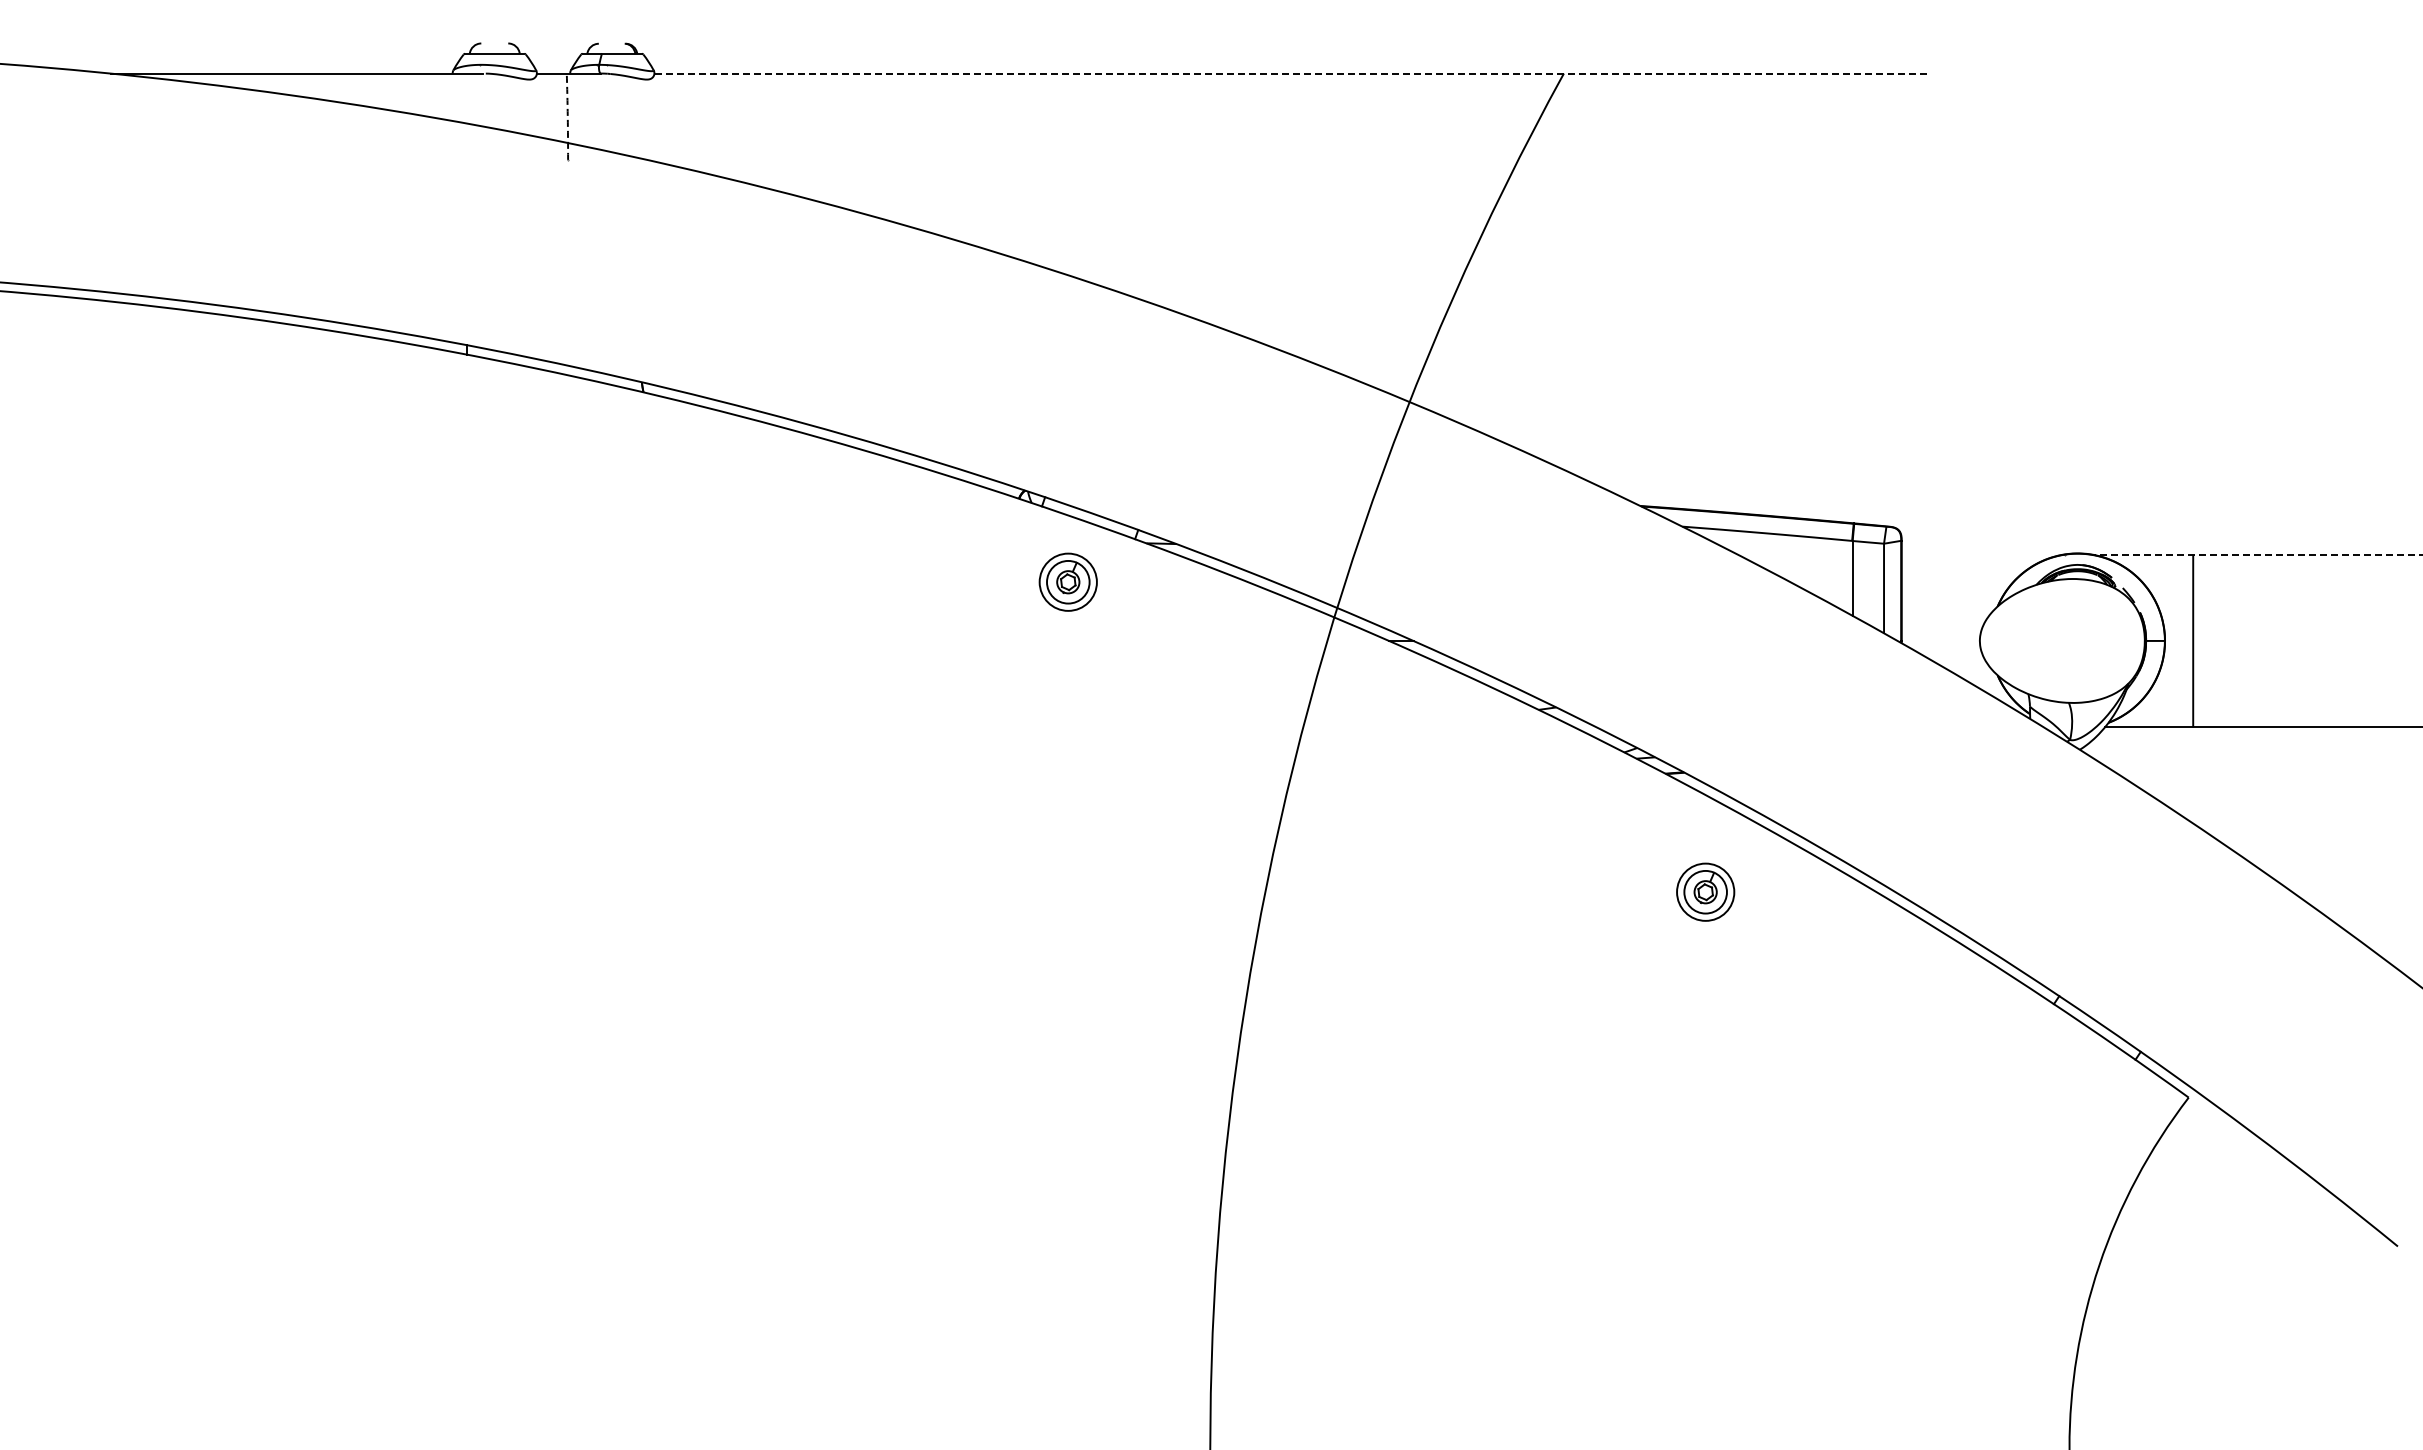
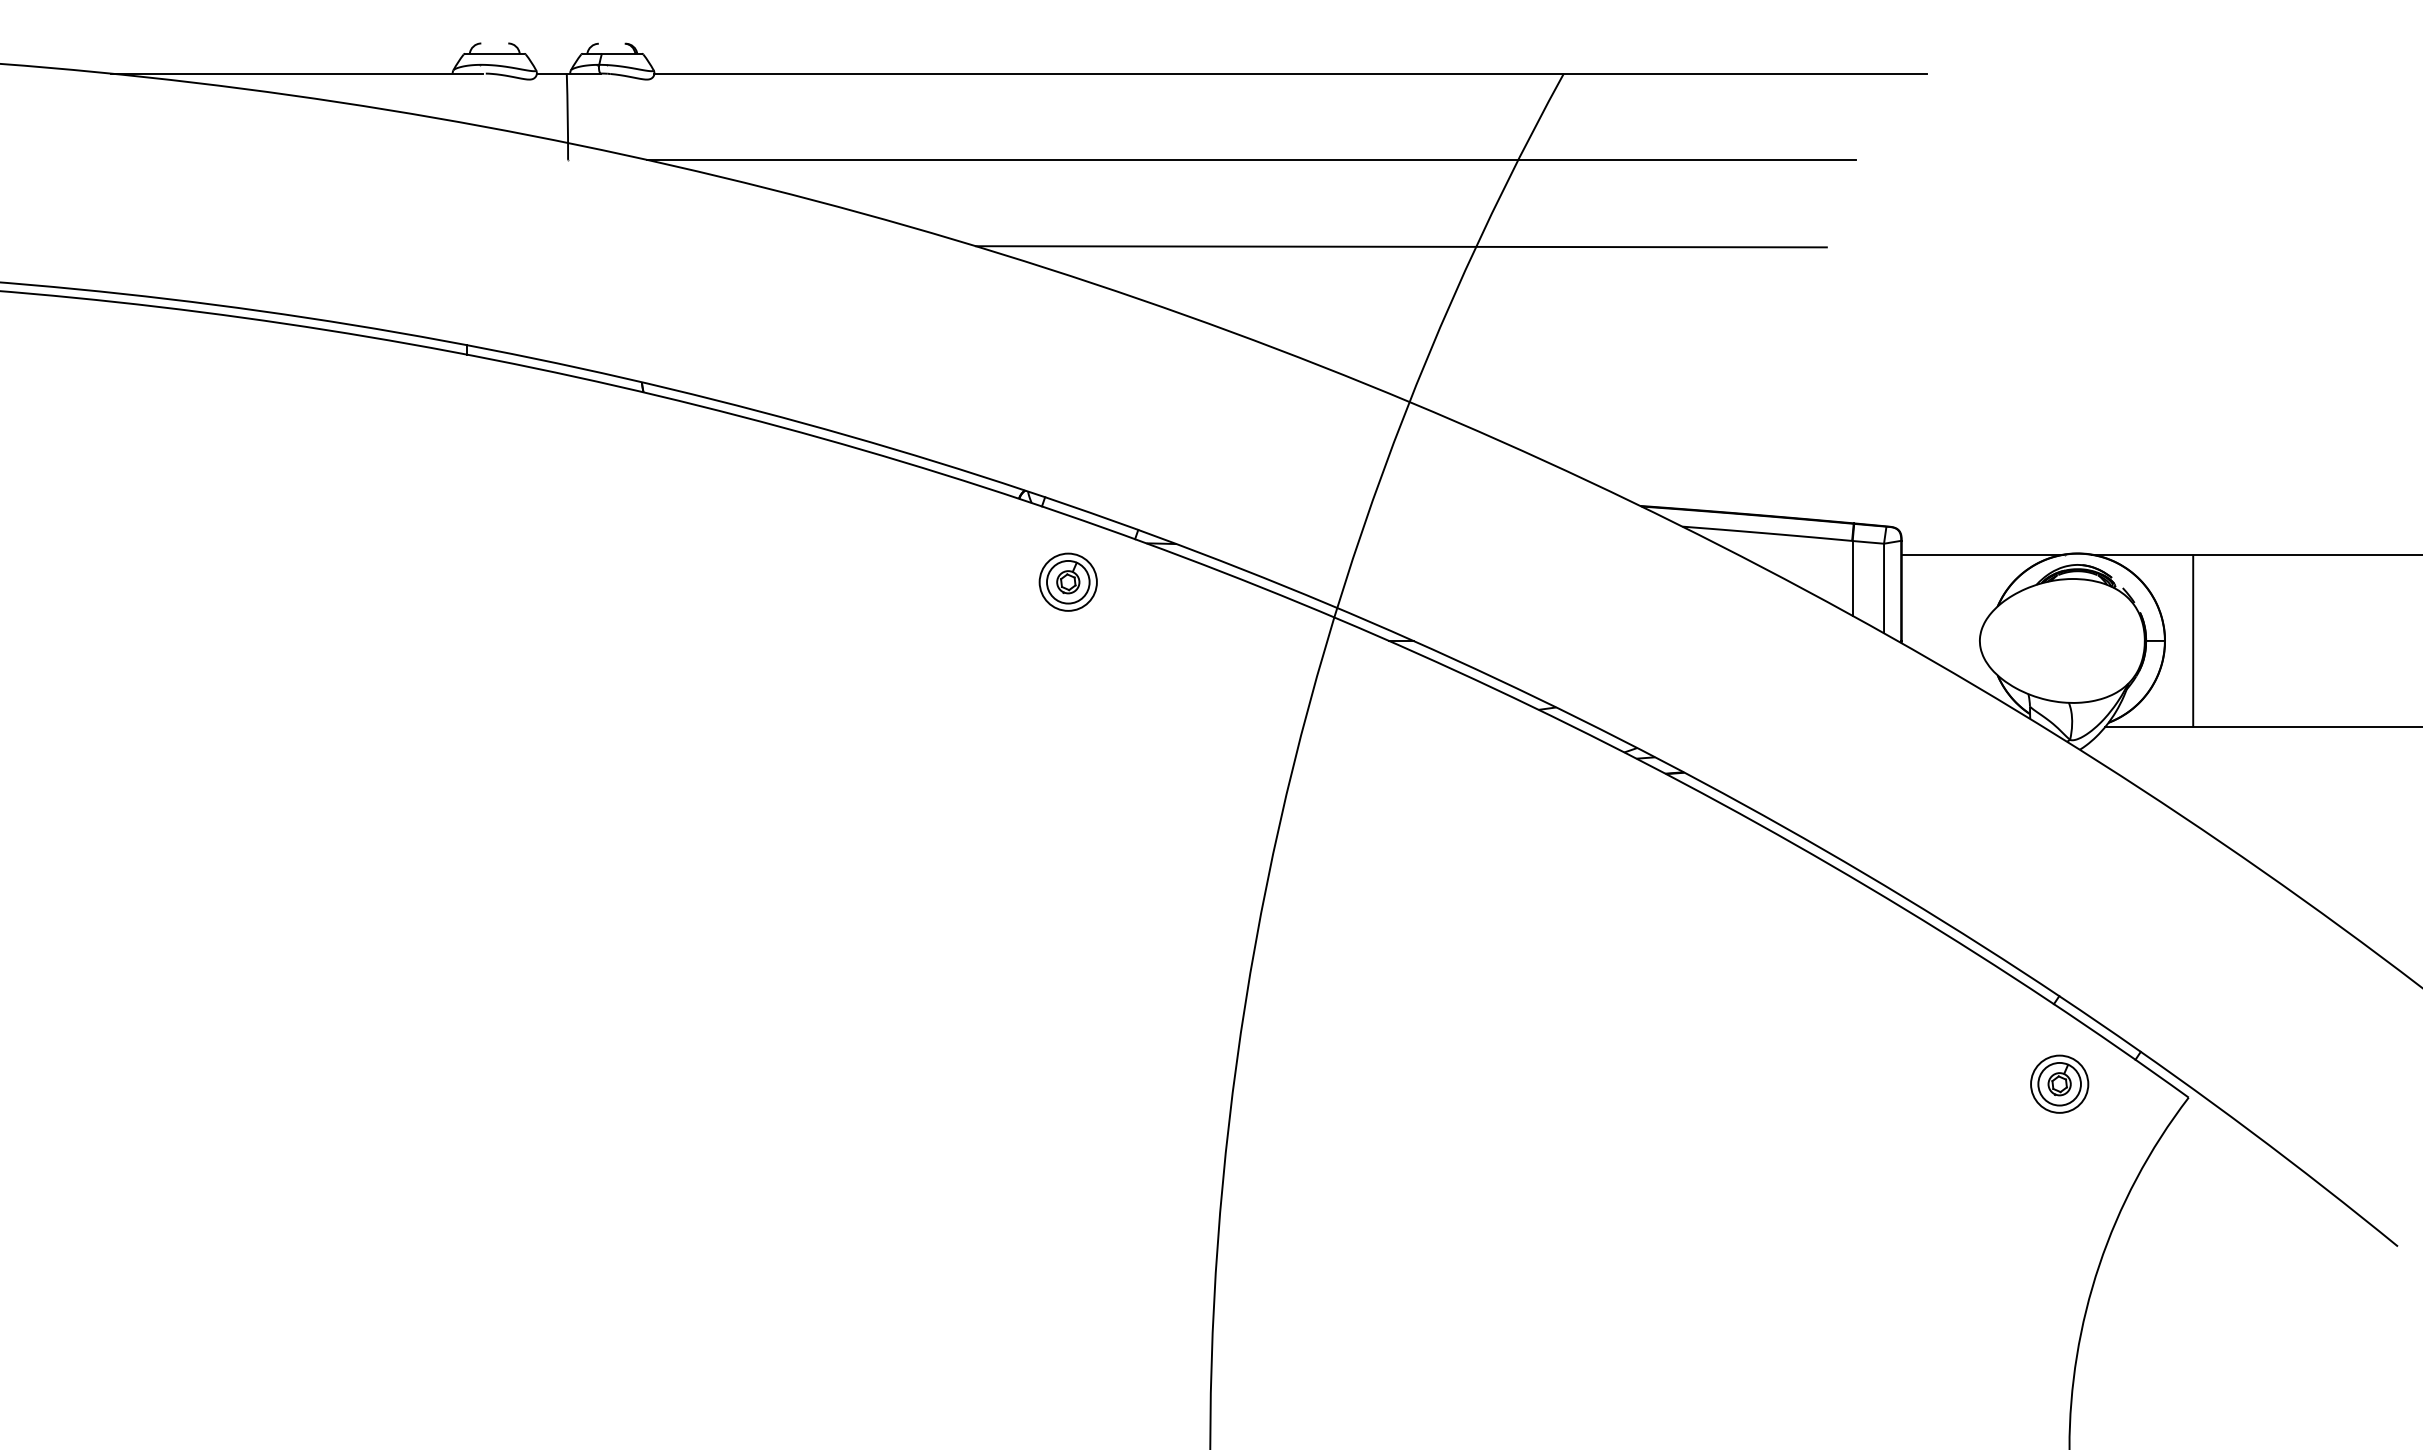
line at (1290, 73): dashed -> solid
arc at (567, 116): dashed -> solid
line at (1251, 159): none -> present
line at (1400, 246): none -> present
line at (1982, 554): none -> present
line at (2257, 554): dashed -> solid
part at (1705, 891) position: (1705, 891) -> (2059, 1083)
